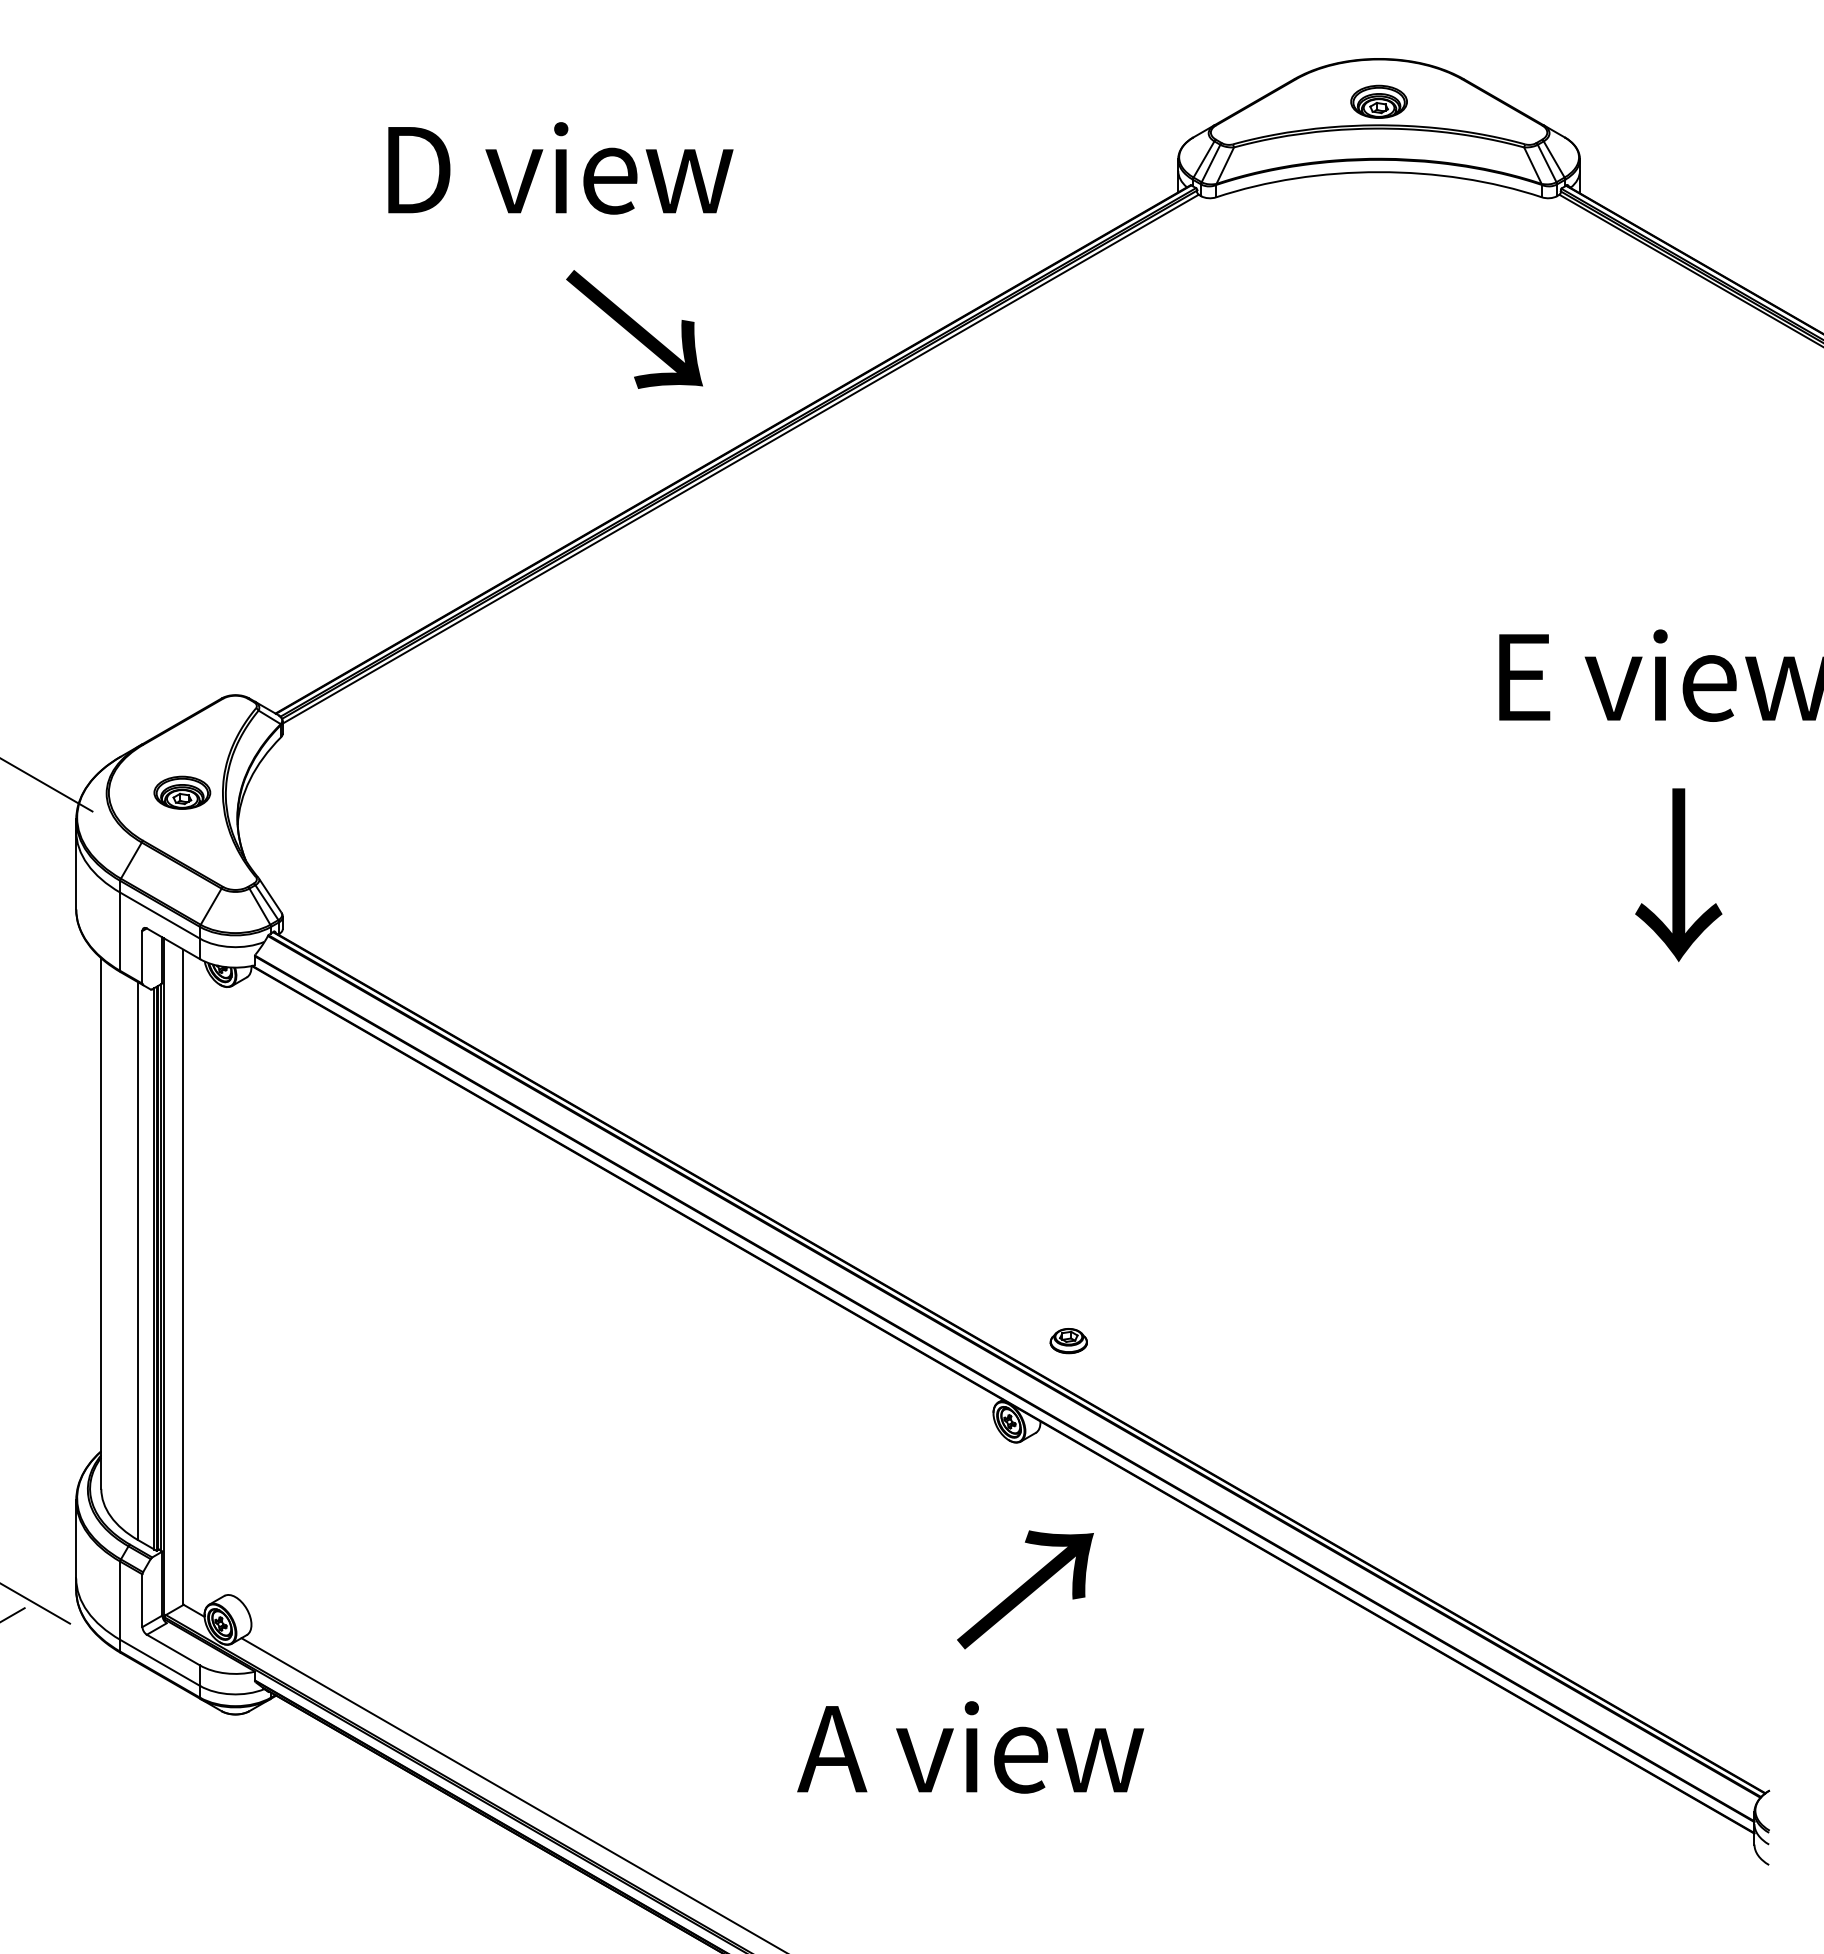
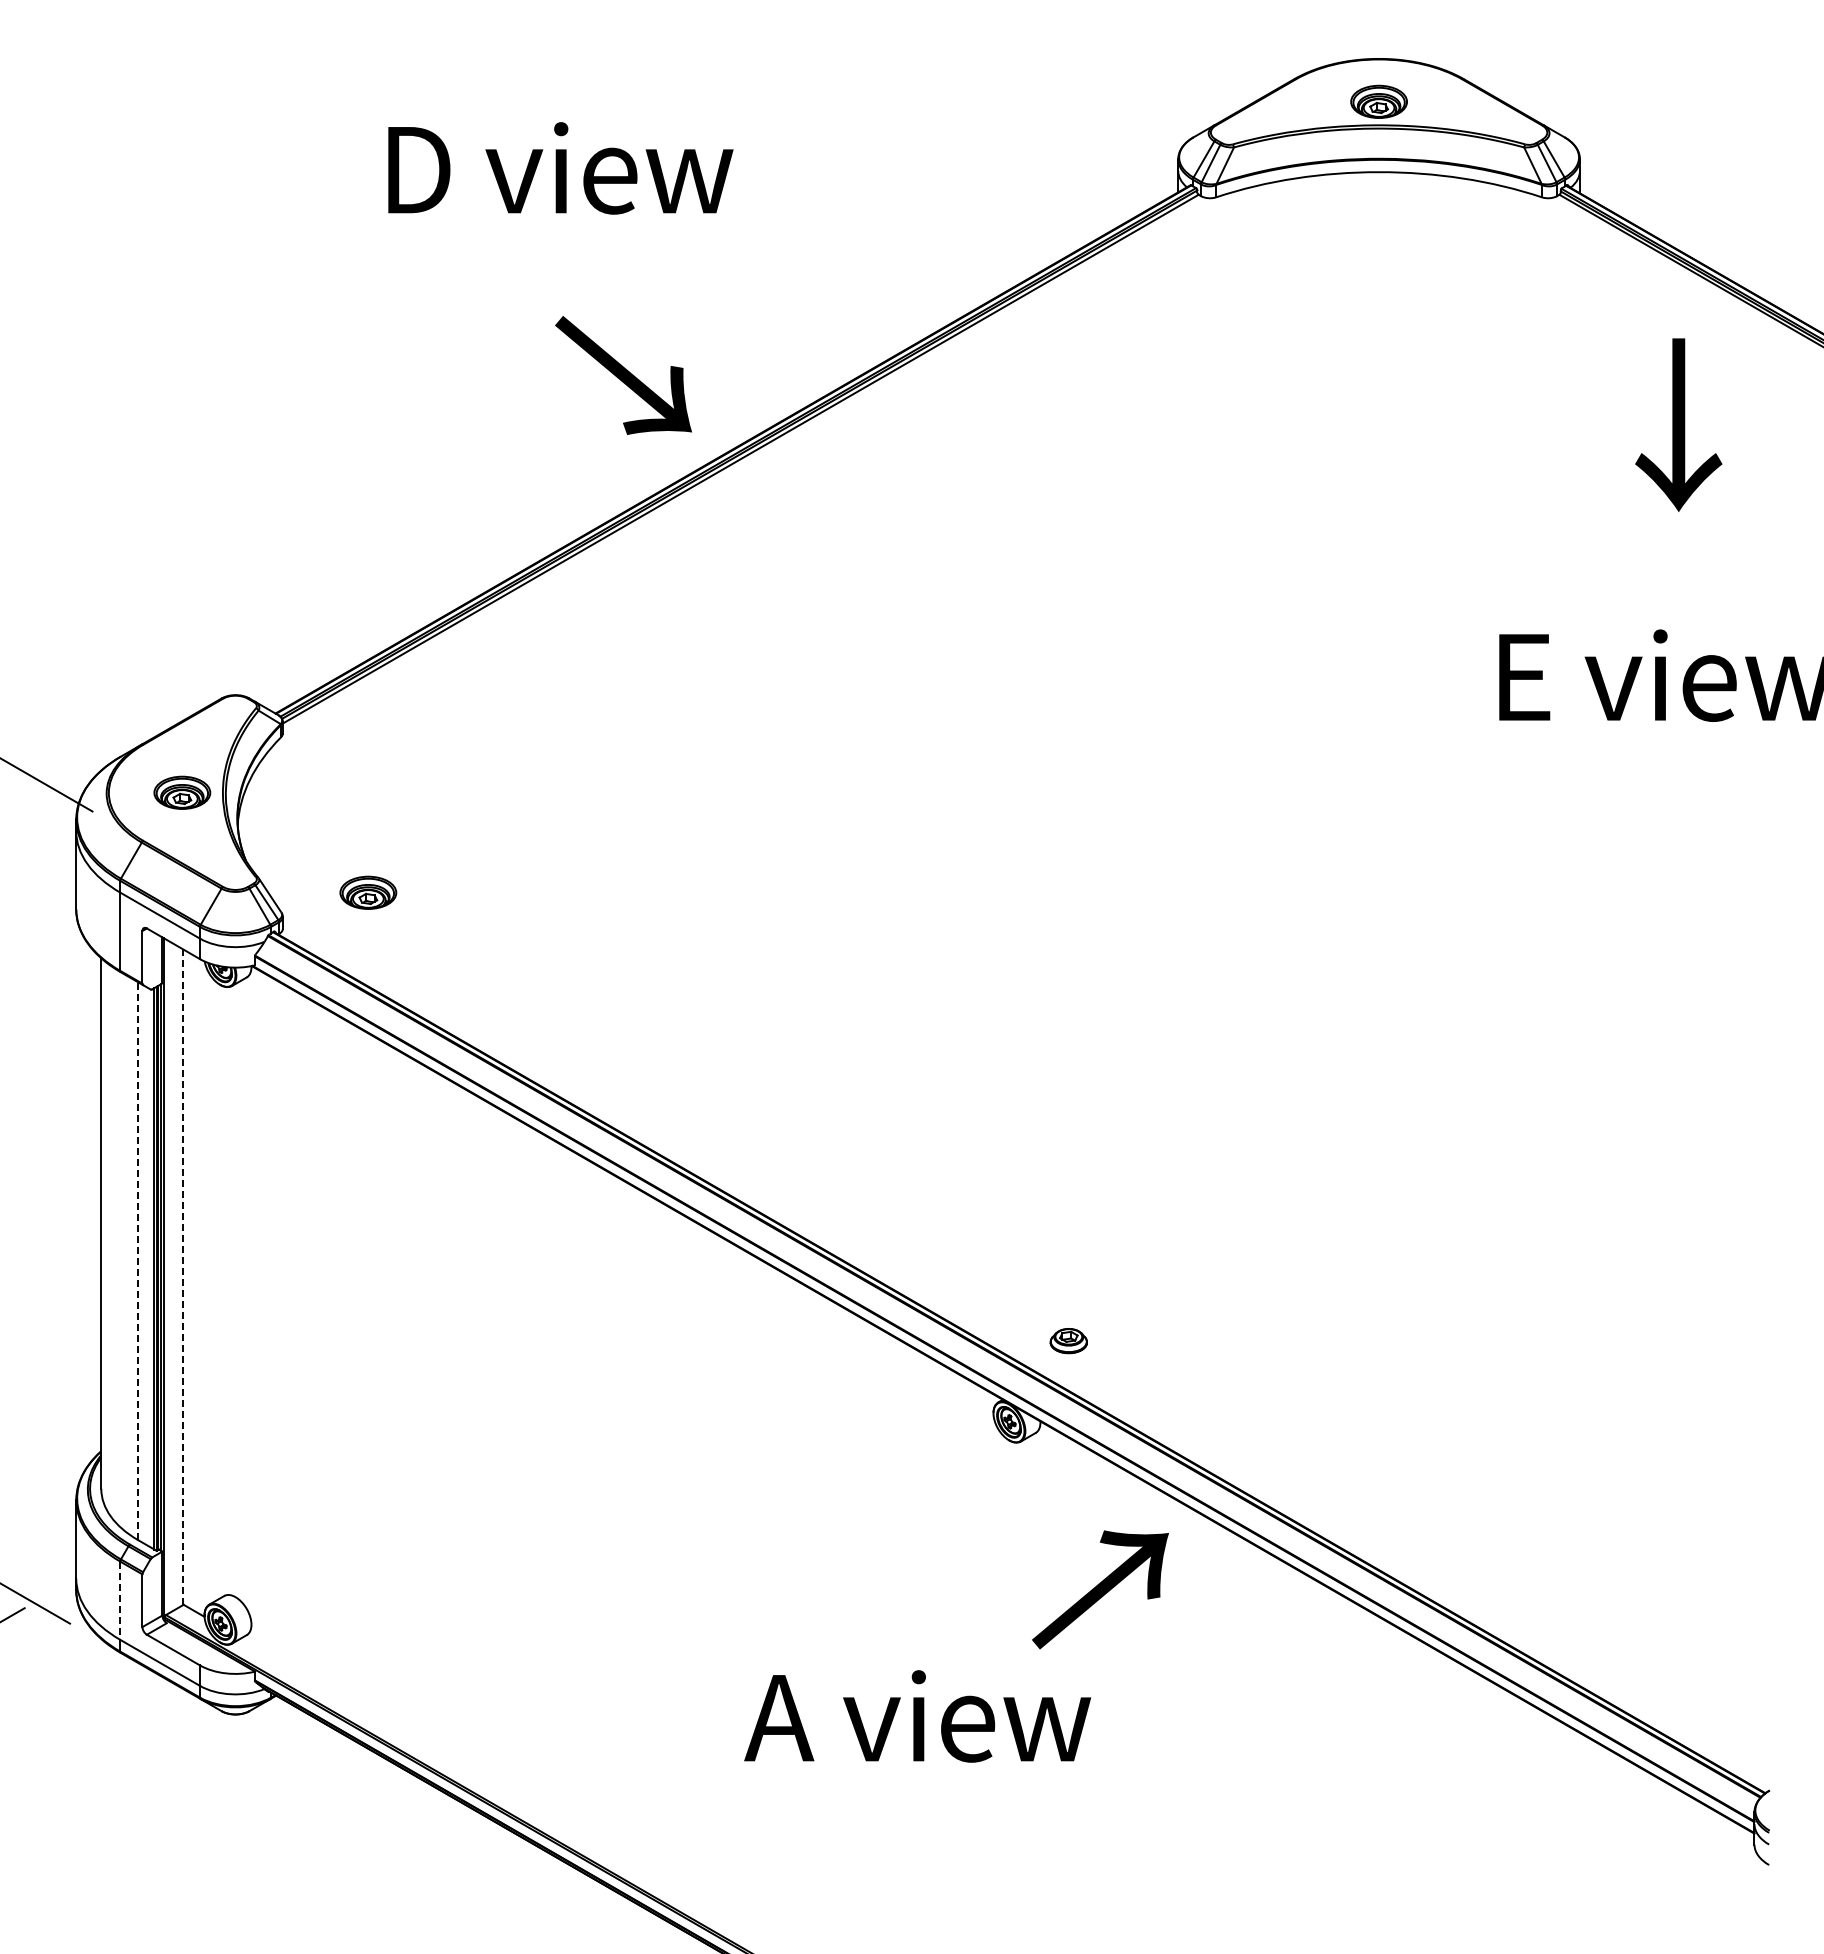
text at (634, 329) position: (634, 329) -> (623, 375)
text at (1678, 874) position: (1678, 874) -> (1678, 424)
part at (368, 892): none -> present
line at (138, 1261): solid -> dashed
line at (183, 1277): solid -> dashed
text at (1025, 1589) position: (1025, 1589) -> (1100, 1589)
line at (120, 1601): solid -> dashed
text at (970, 1747) position: (970, 1747) -> (917, 1716)
line at (511, 1794): present -> none
